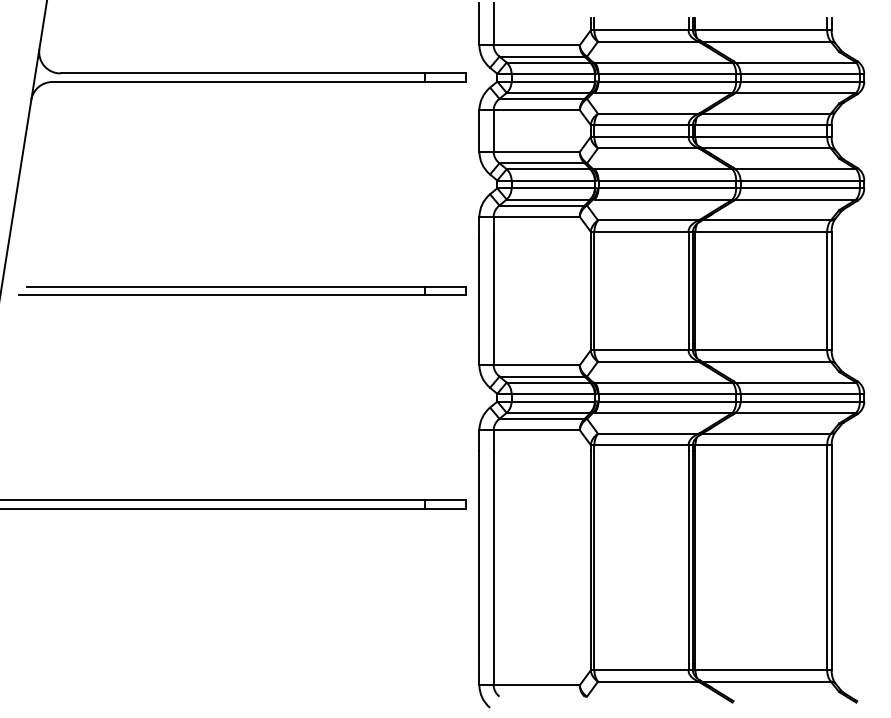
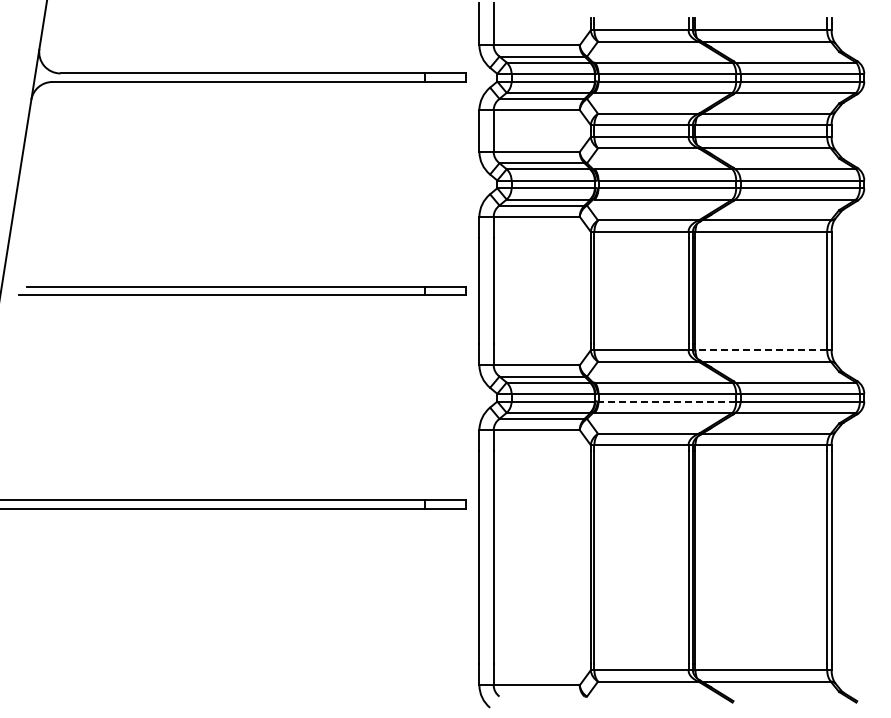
line at (761, 350): solid -> dashed
line at (667, 401): solid -> dashed
